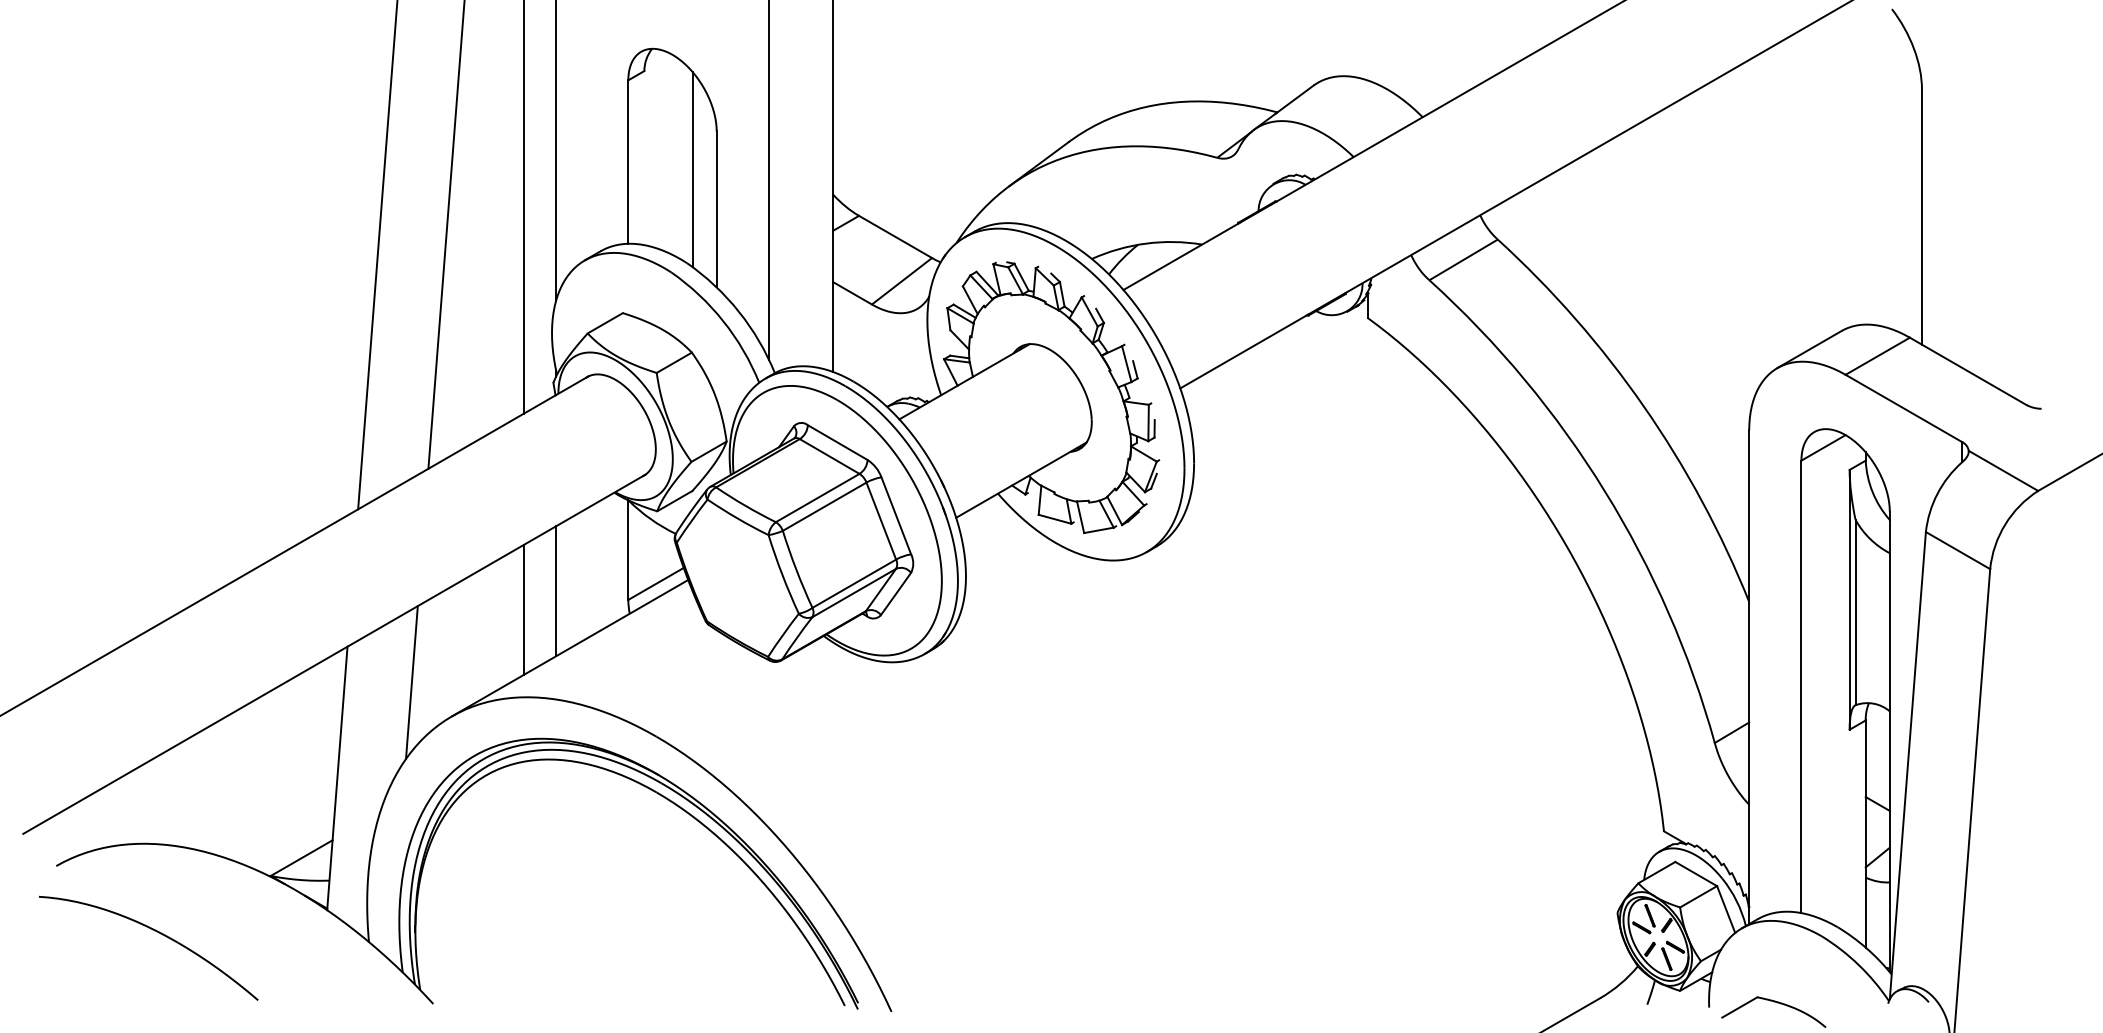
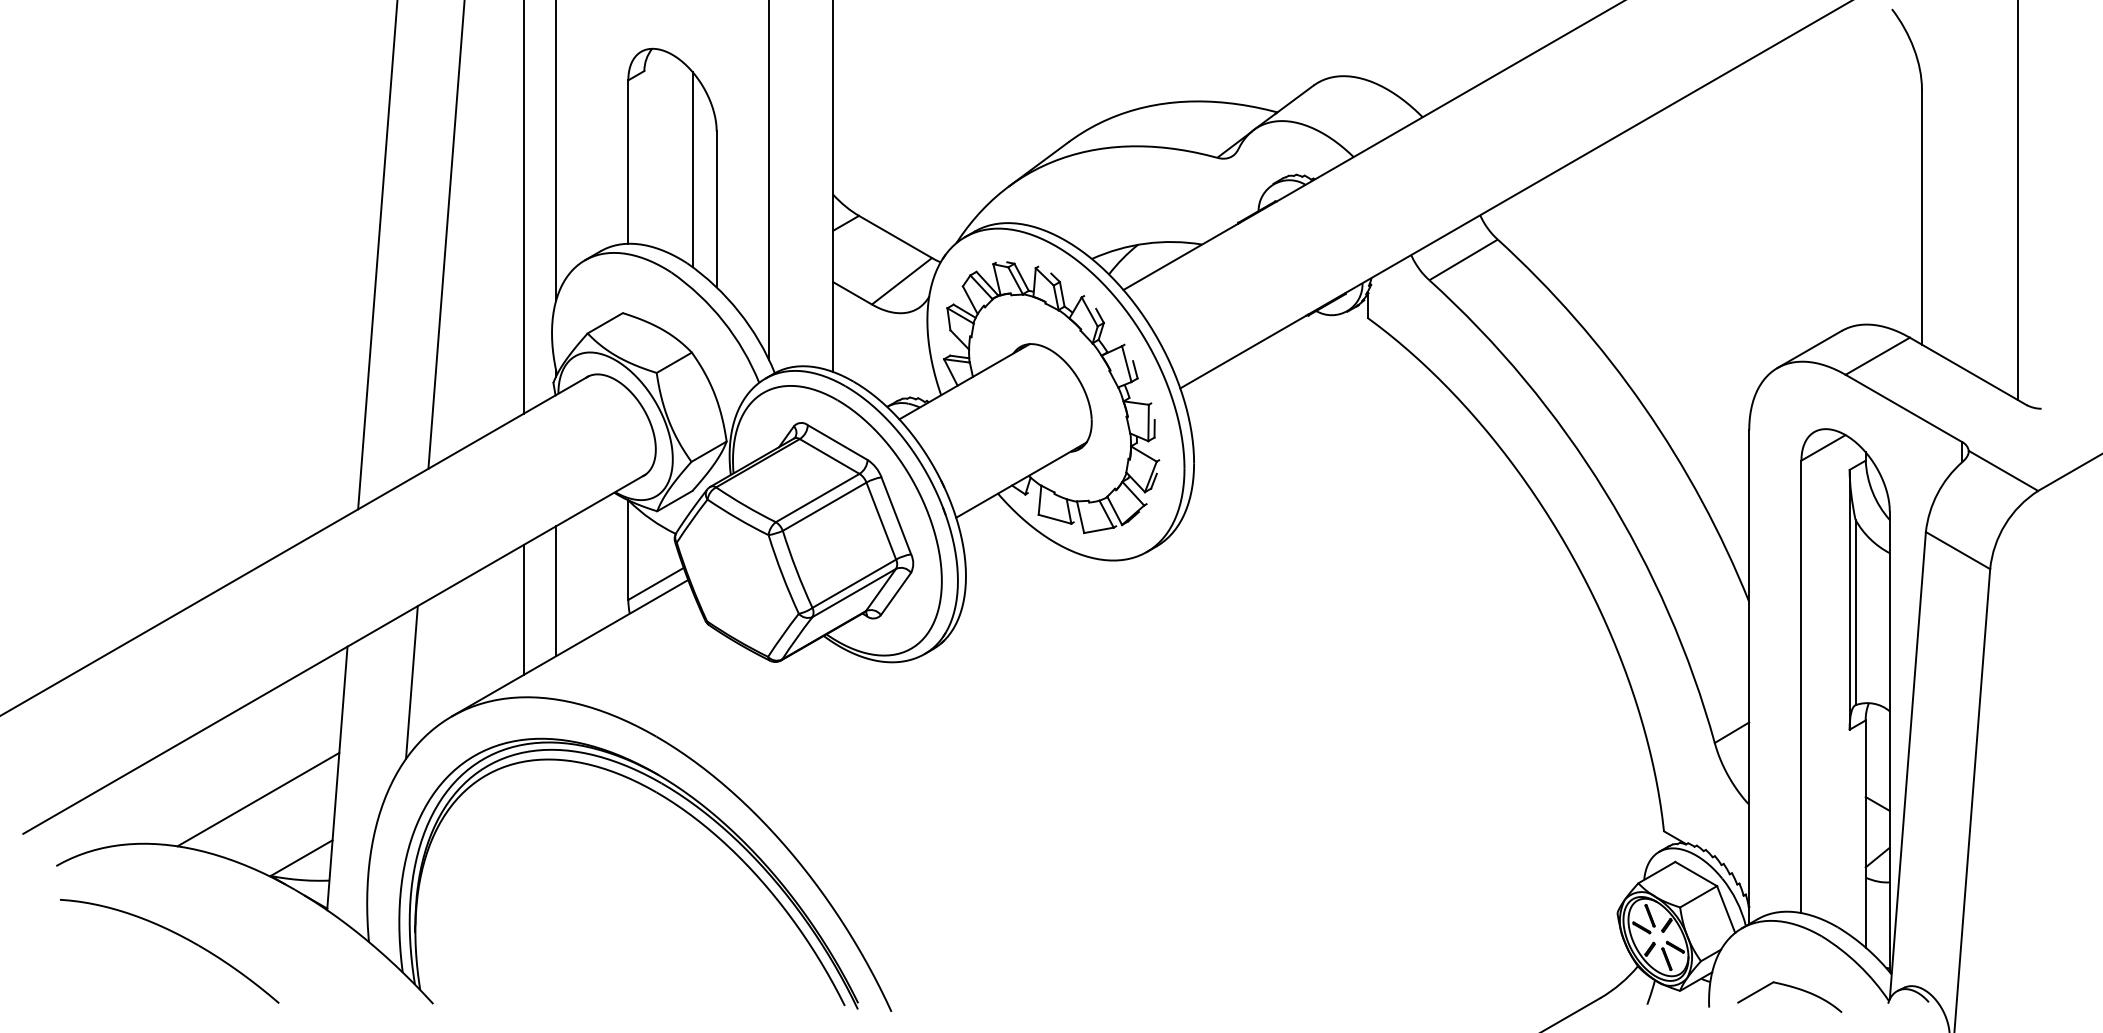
line at (2018, 201): none -> present
line at (258, 799): none -> present
part at (156, 932) position: (156, 932) -> (177, 935)
part at (1777, 1003) position: (1777, 1003) -> (1793, 988)
